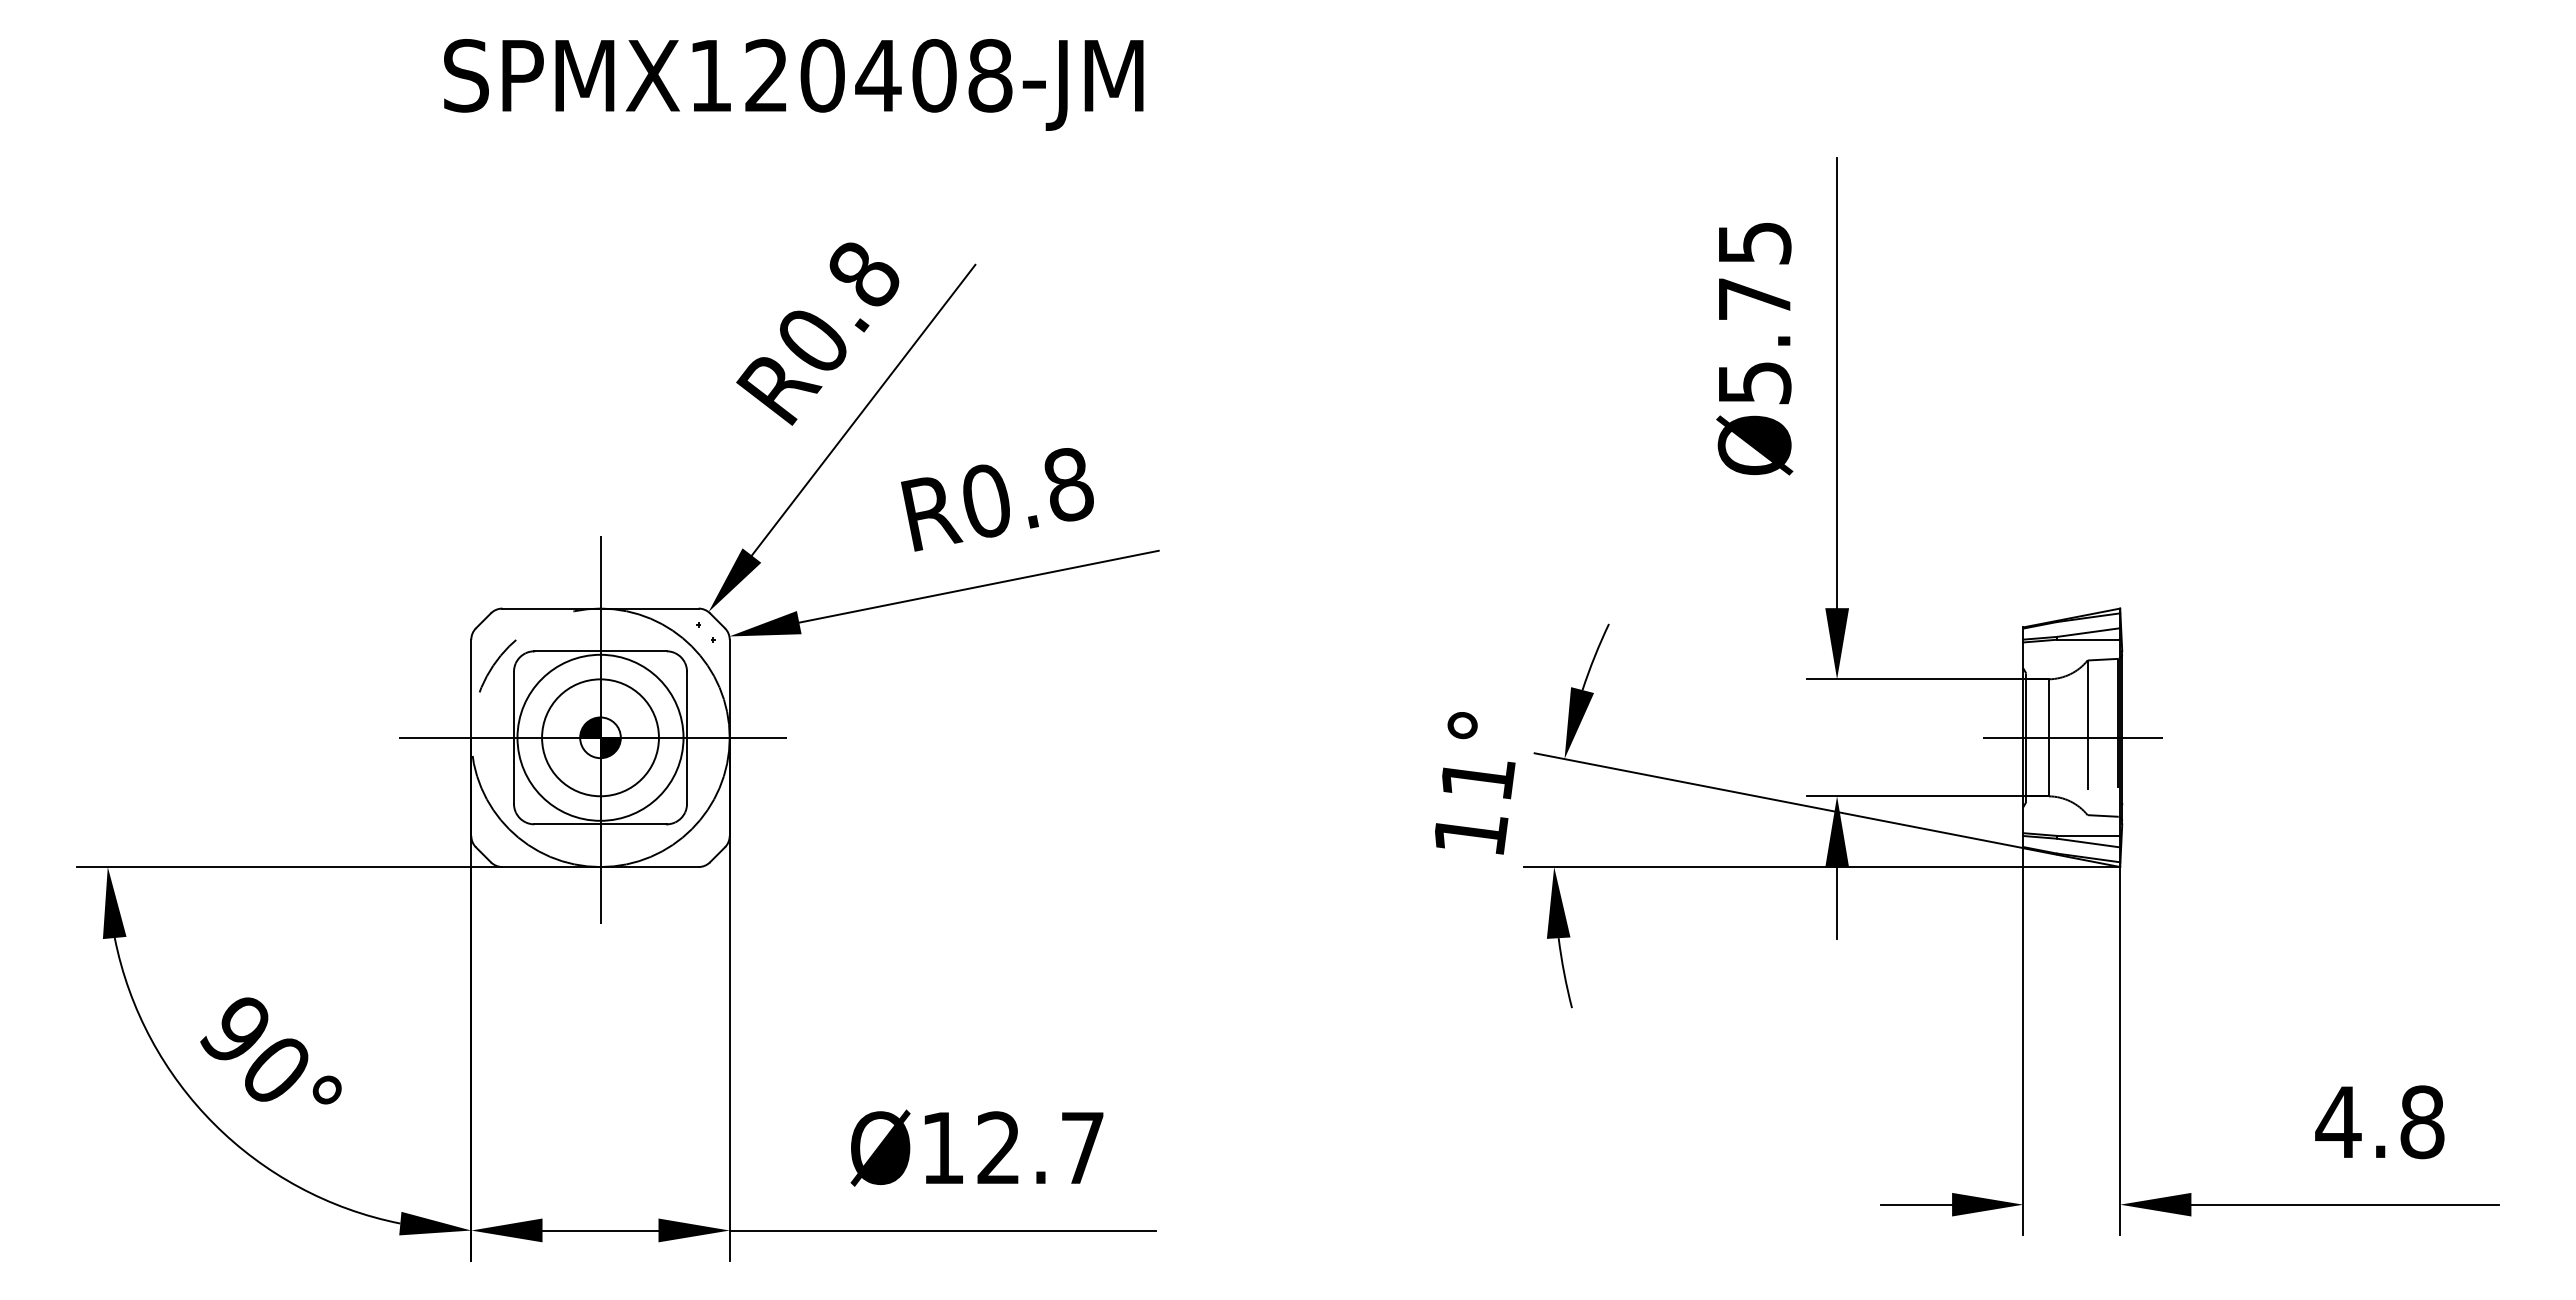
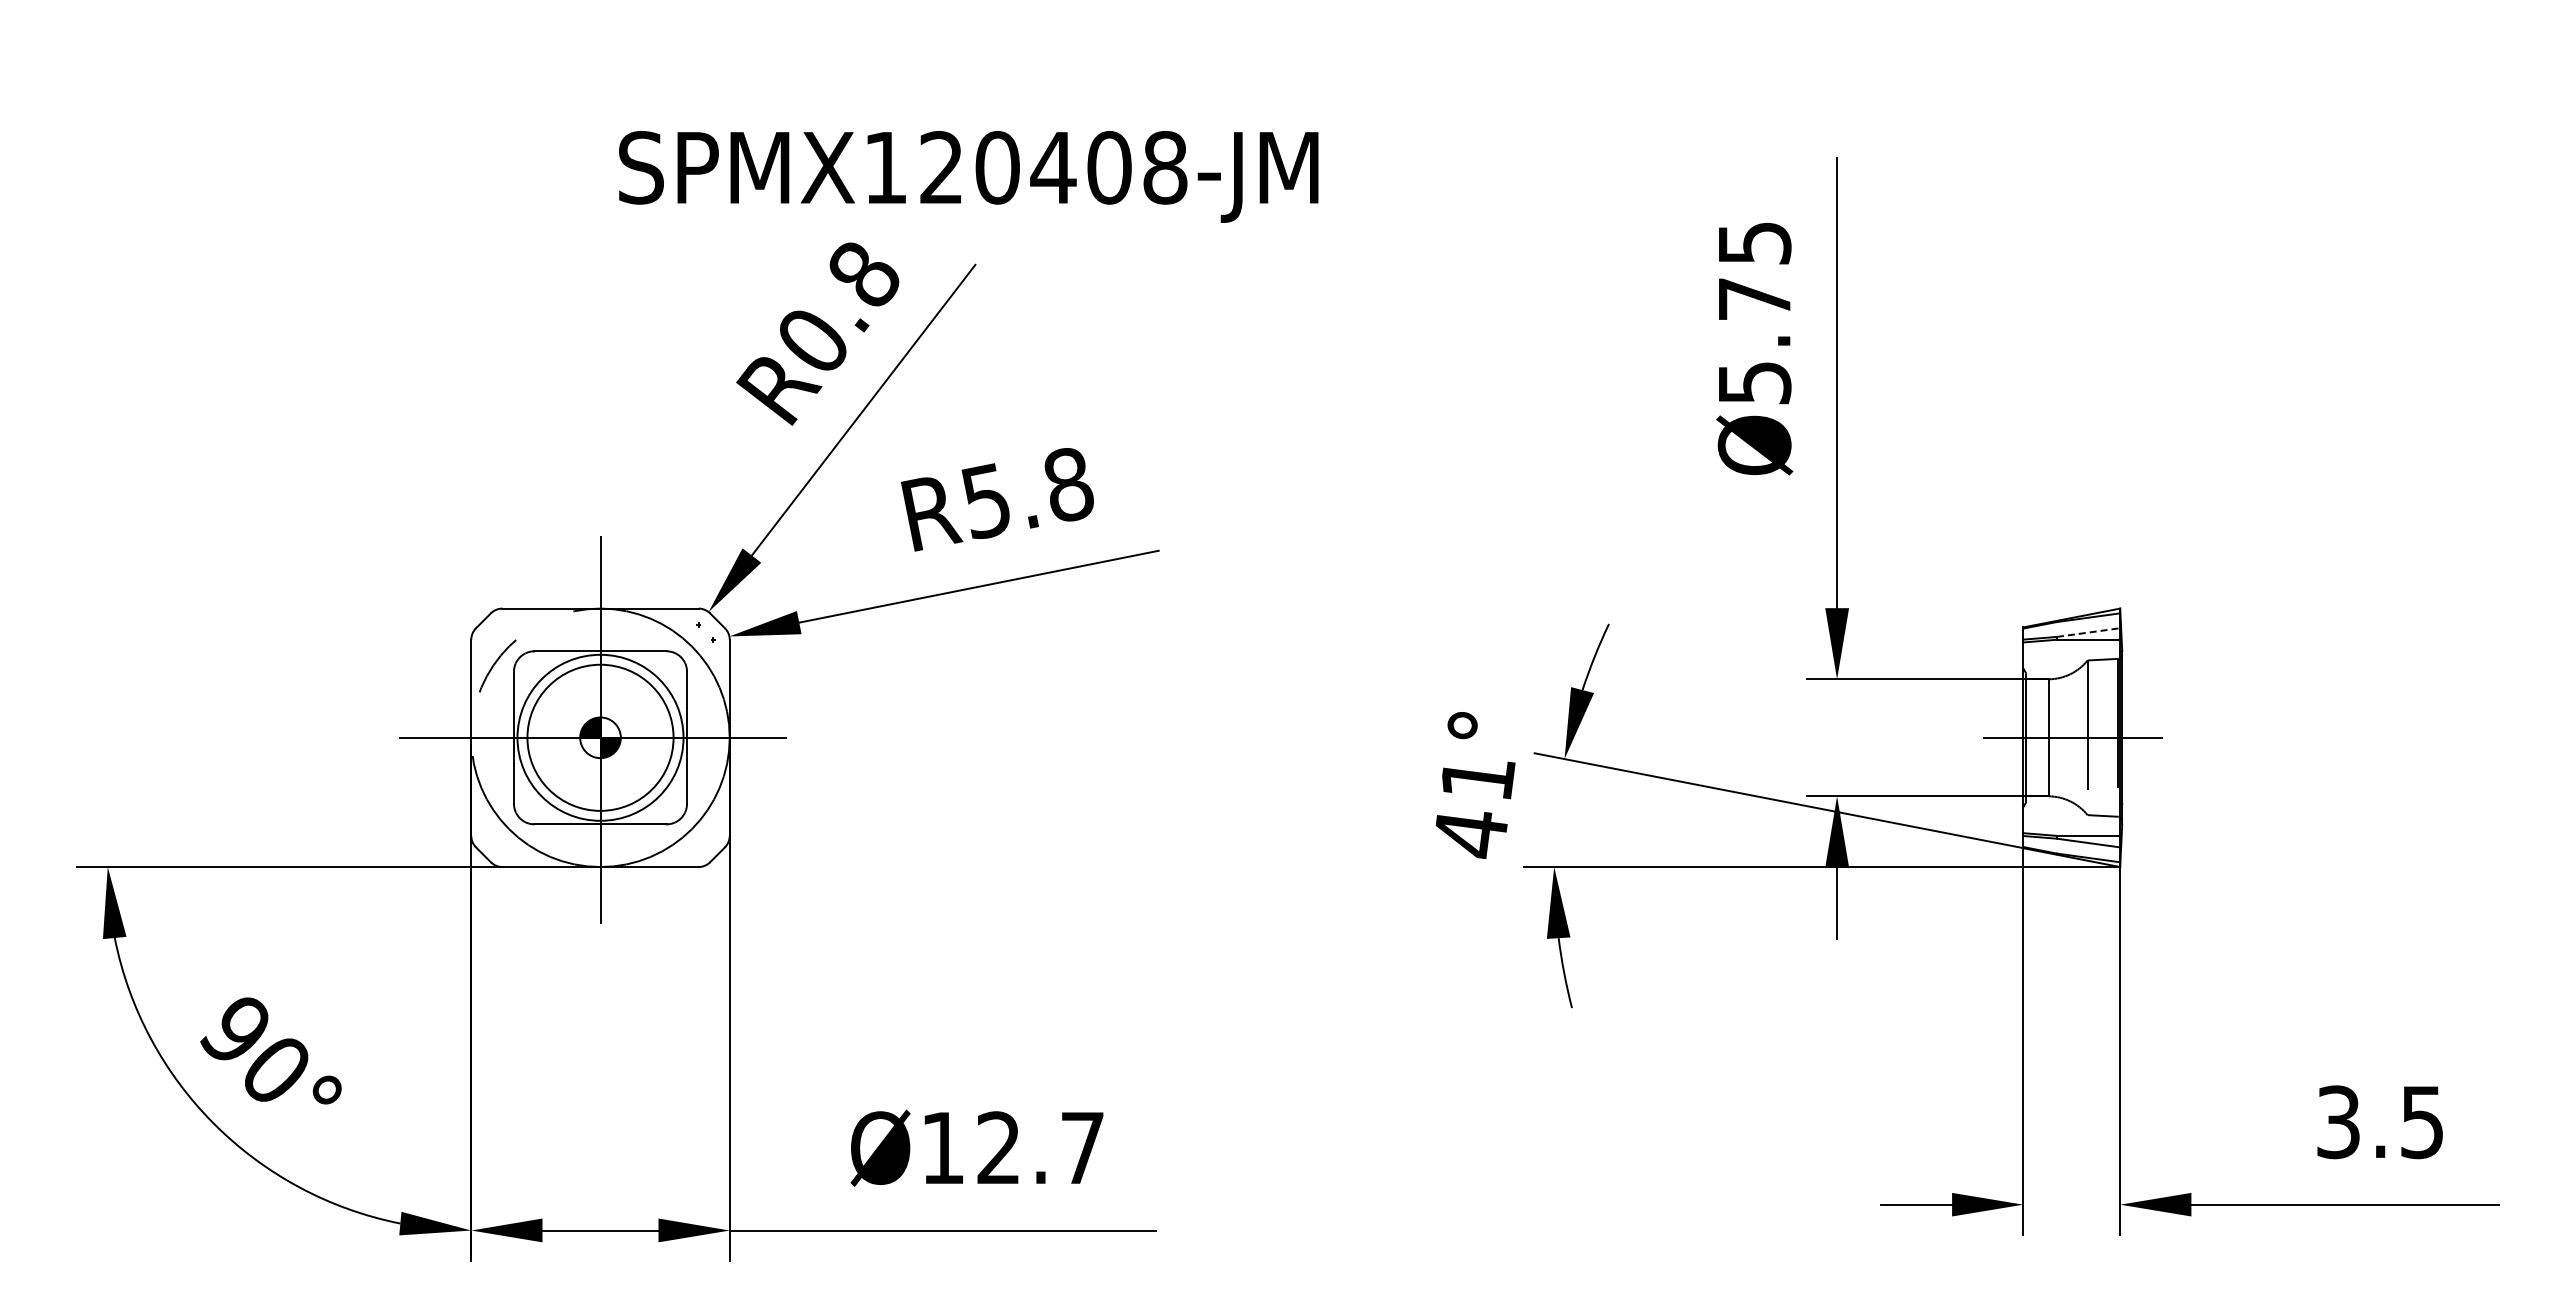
text at (793, 84) position: (793, 84) -> (968, 176)
text at (985, 500): R0.8 -> R5.8
line at (2088, 632): solid -> dashed
circle at (600, 737) diameter: 117 px -> 146 px
text at (1471, 835): 11° -> 41°
text at (2379, 1122): 4.8 -> 3.5
